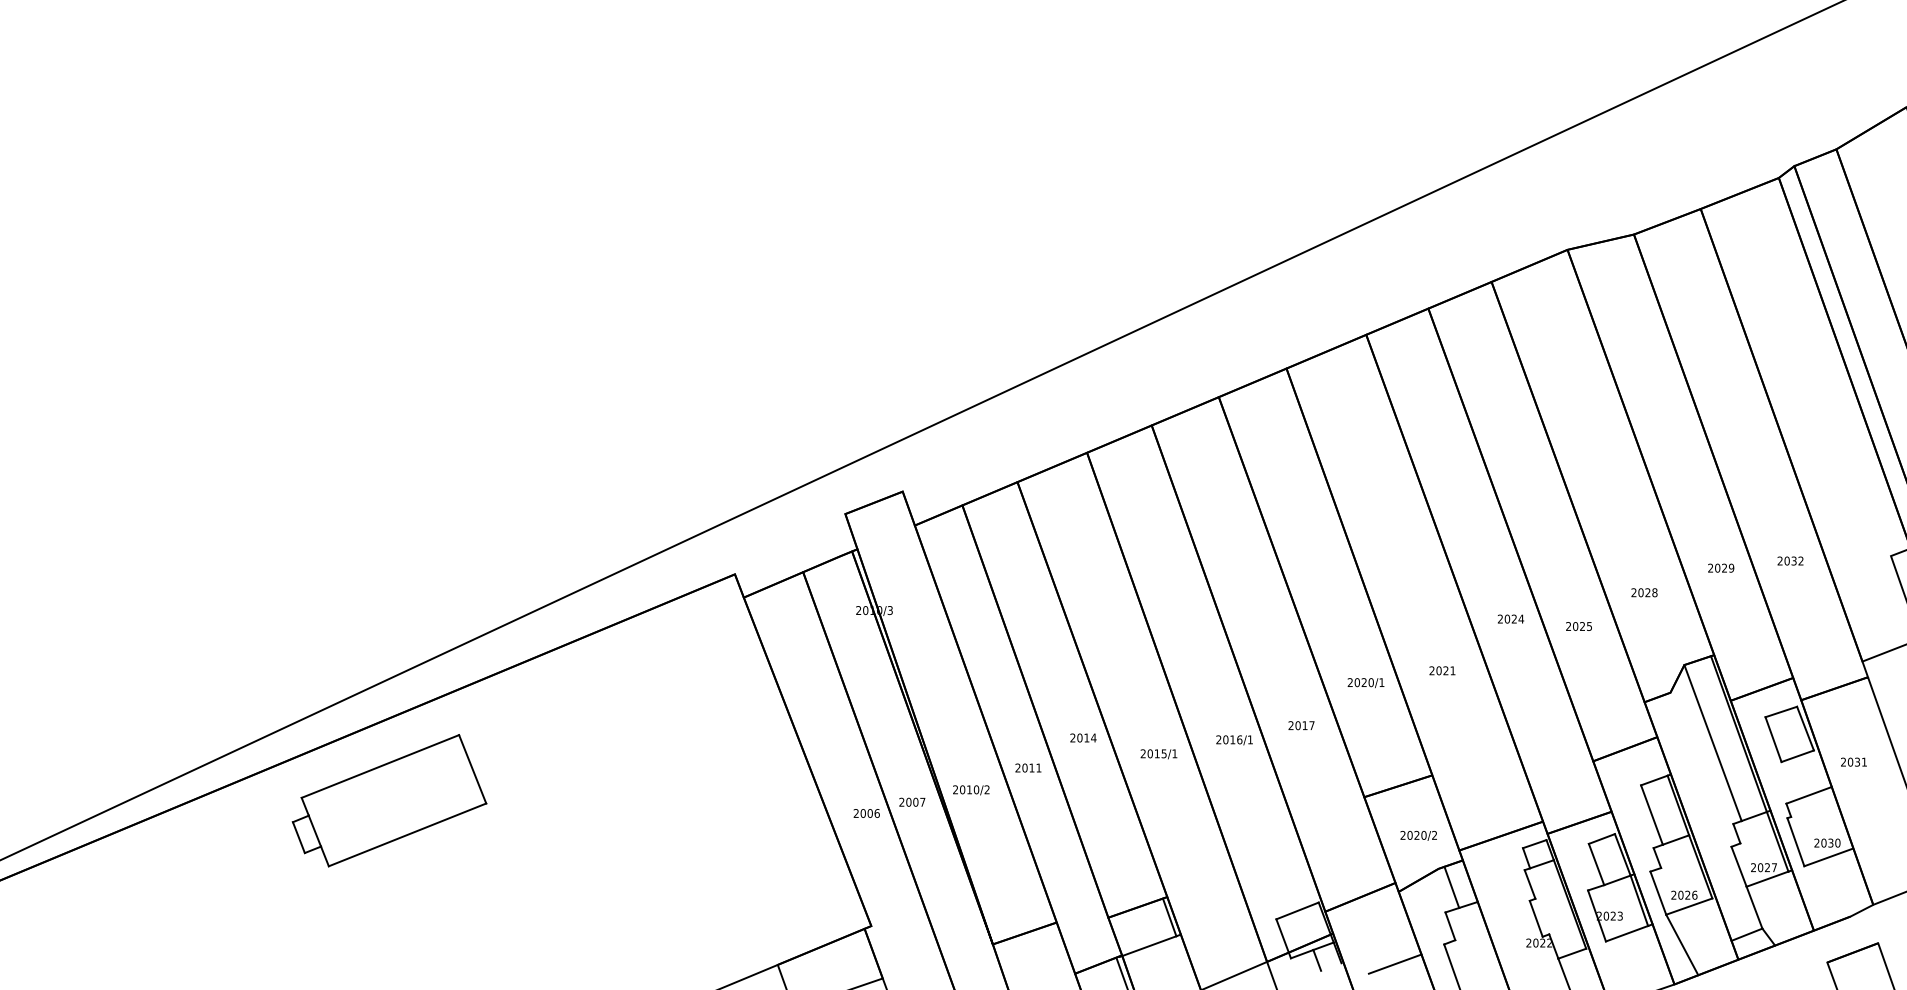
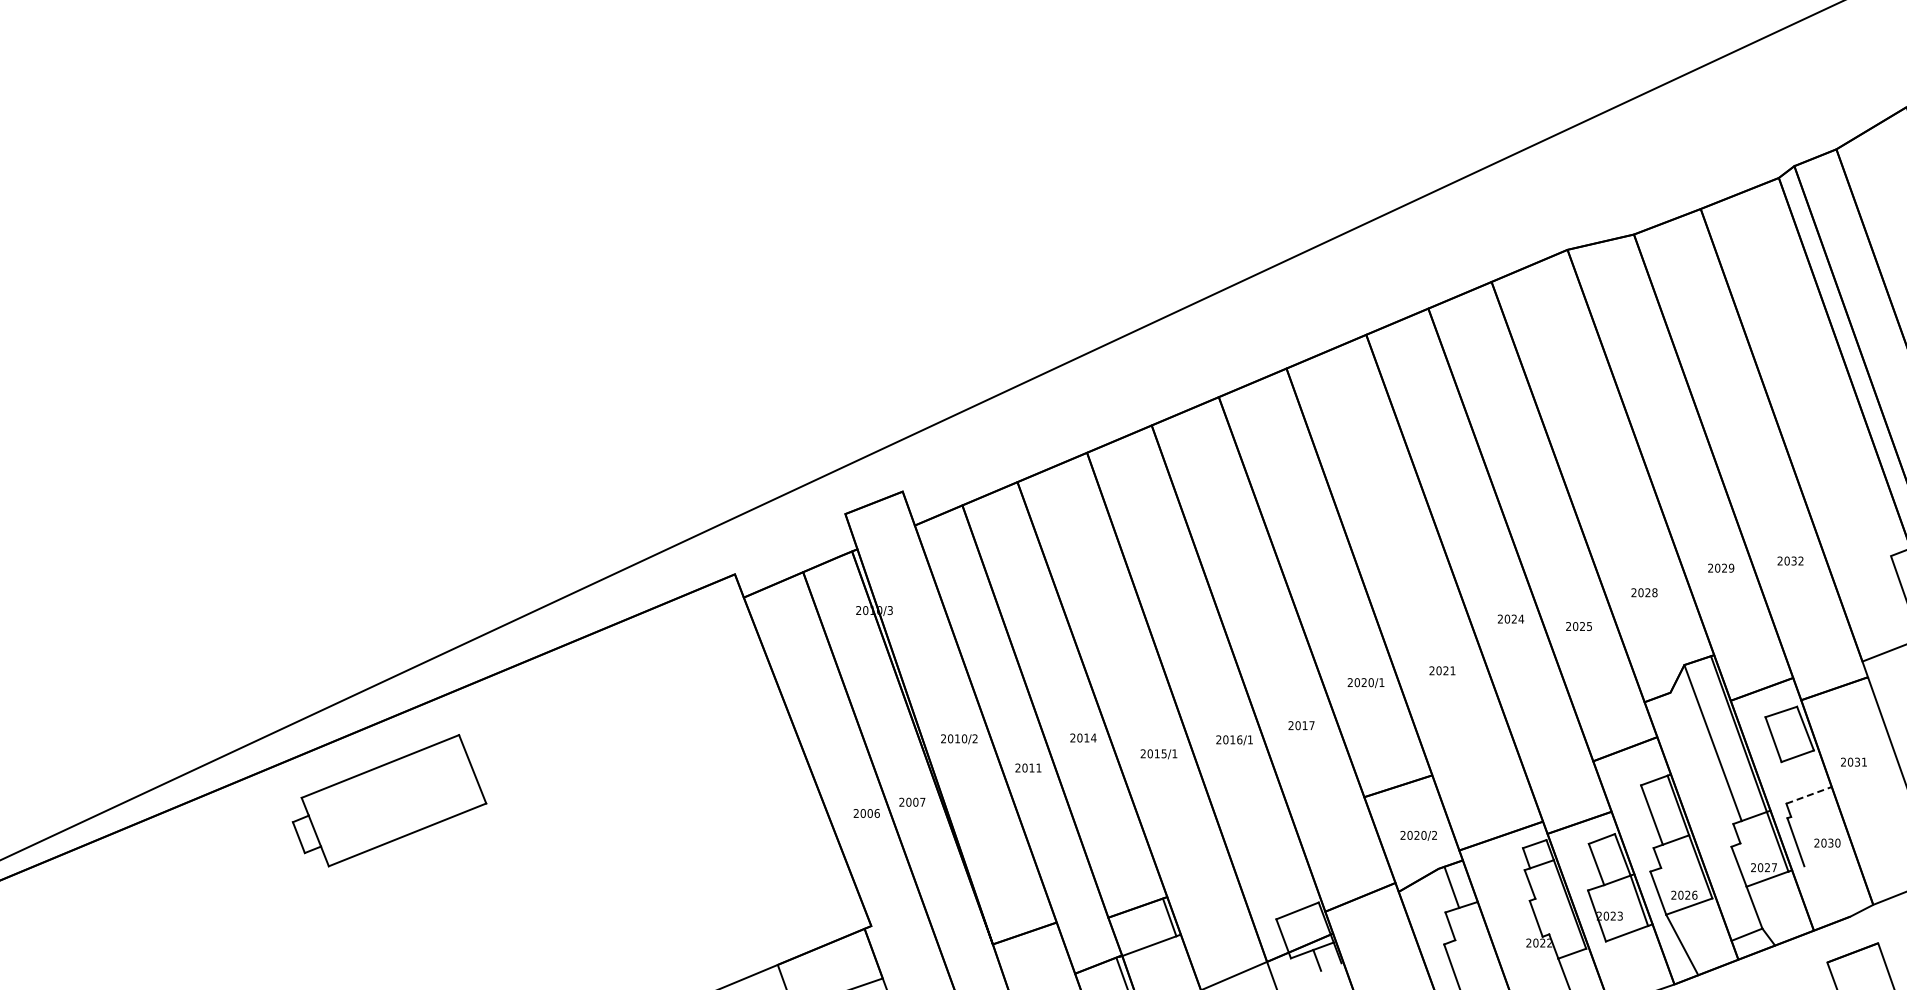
text at (971, 790) position: (971, 790) -> (959, 739)
line at (1809, 795): solid -> dashed
line at (1828, 857): present -> none
line at (1394, 963): present -> none
